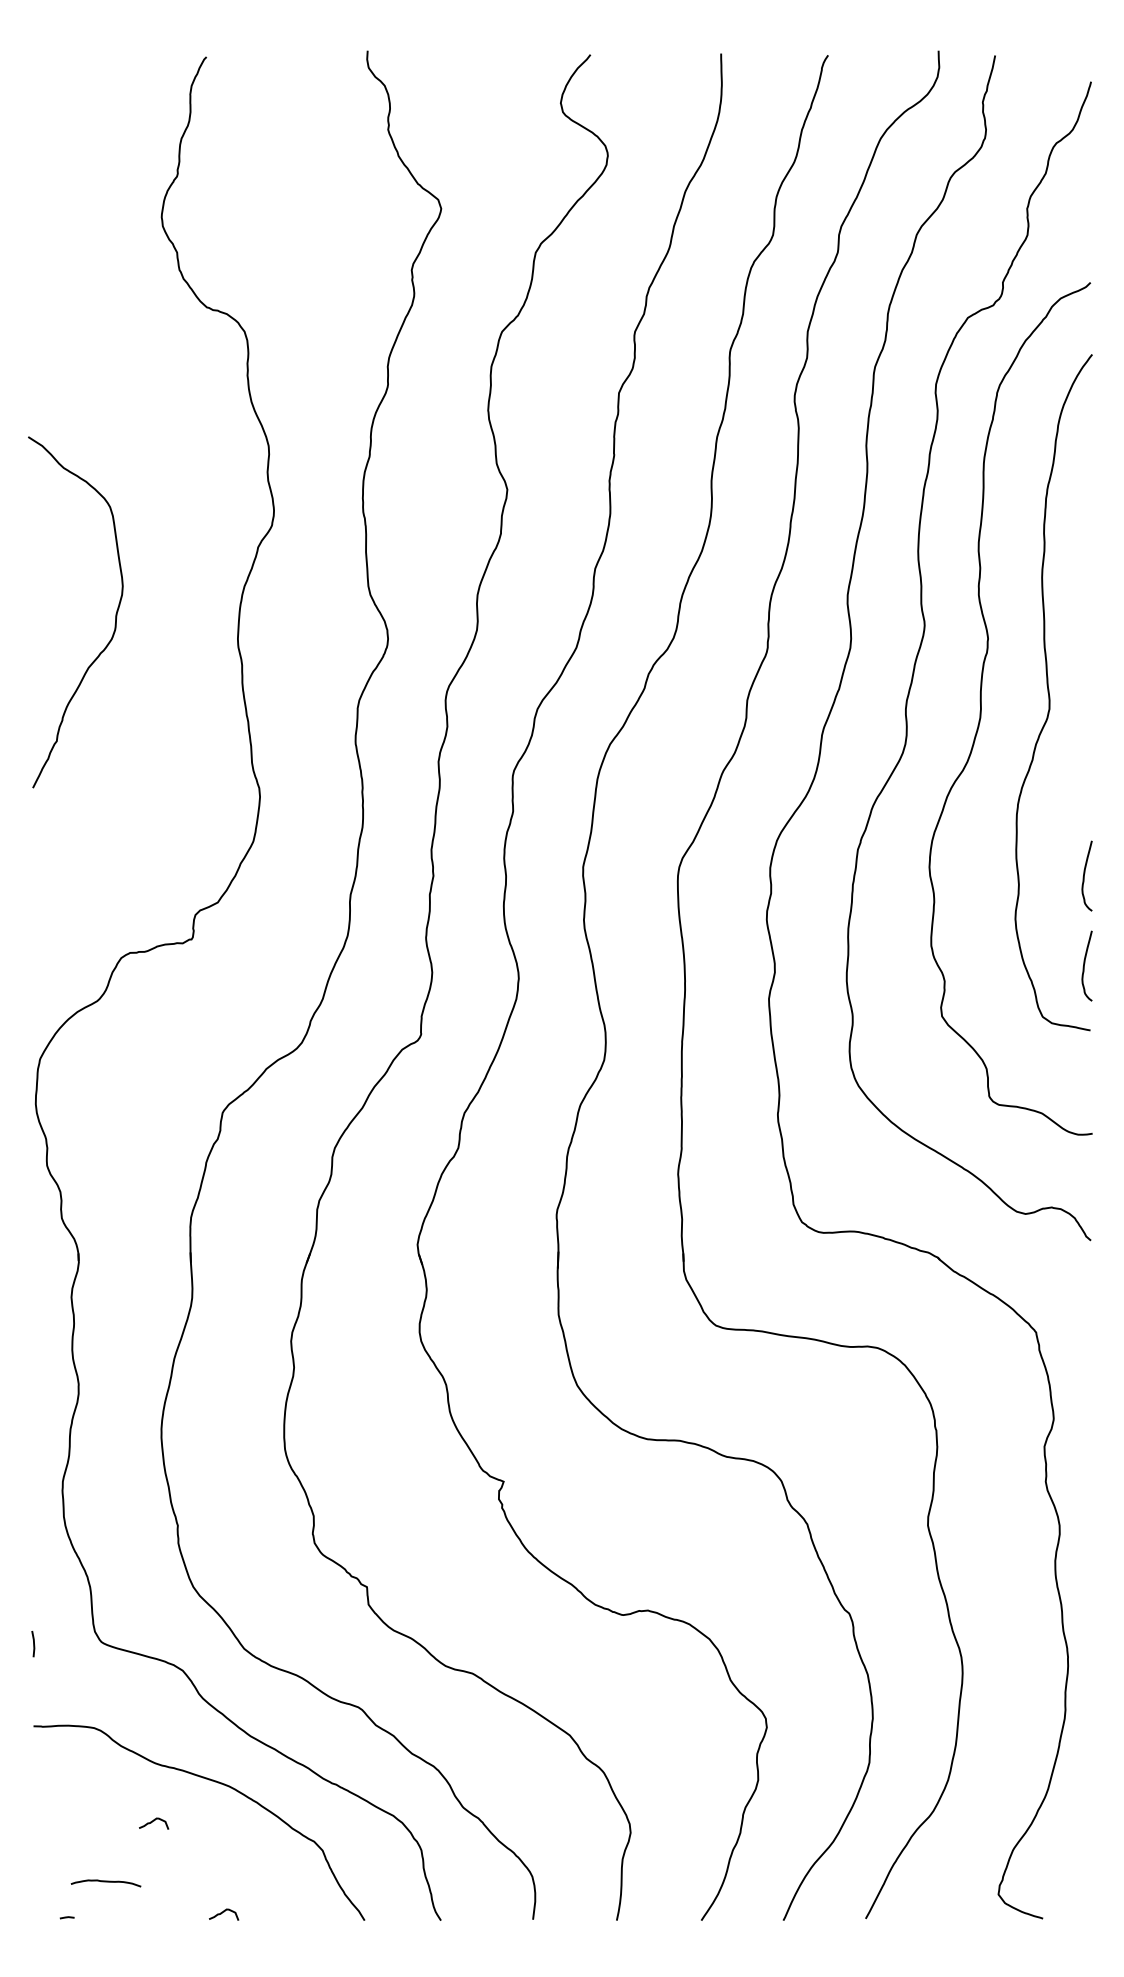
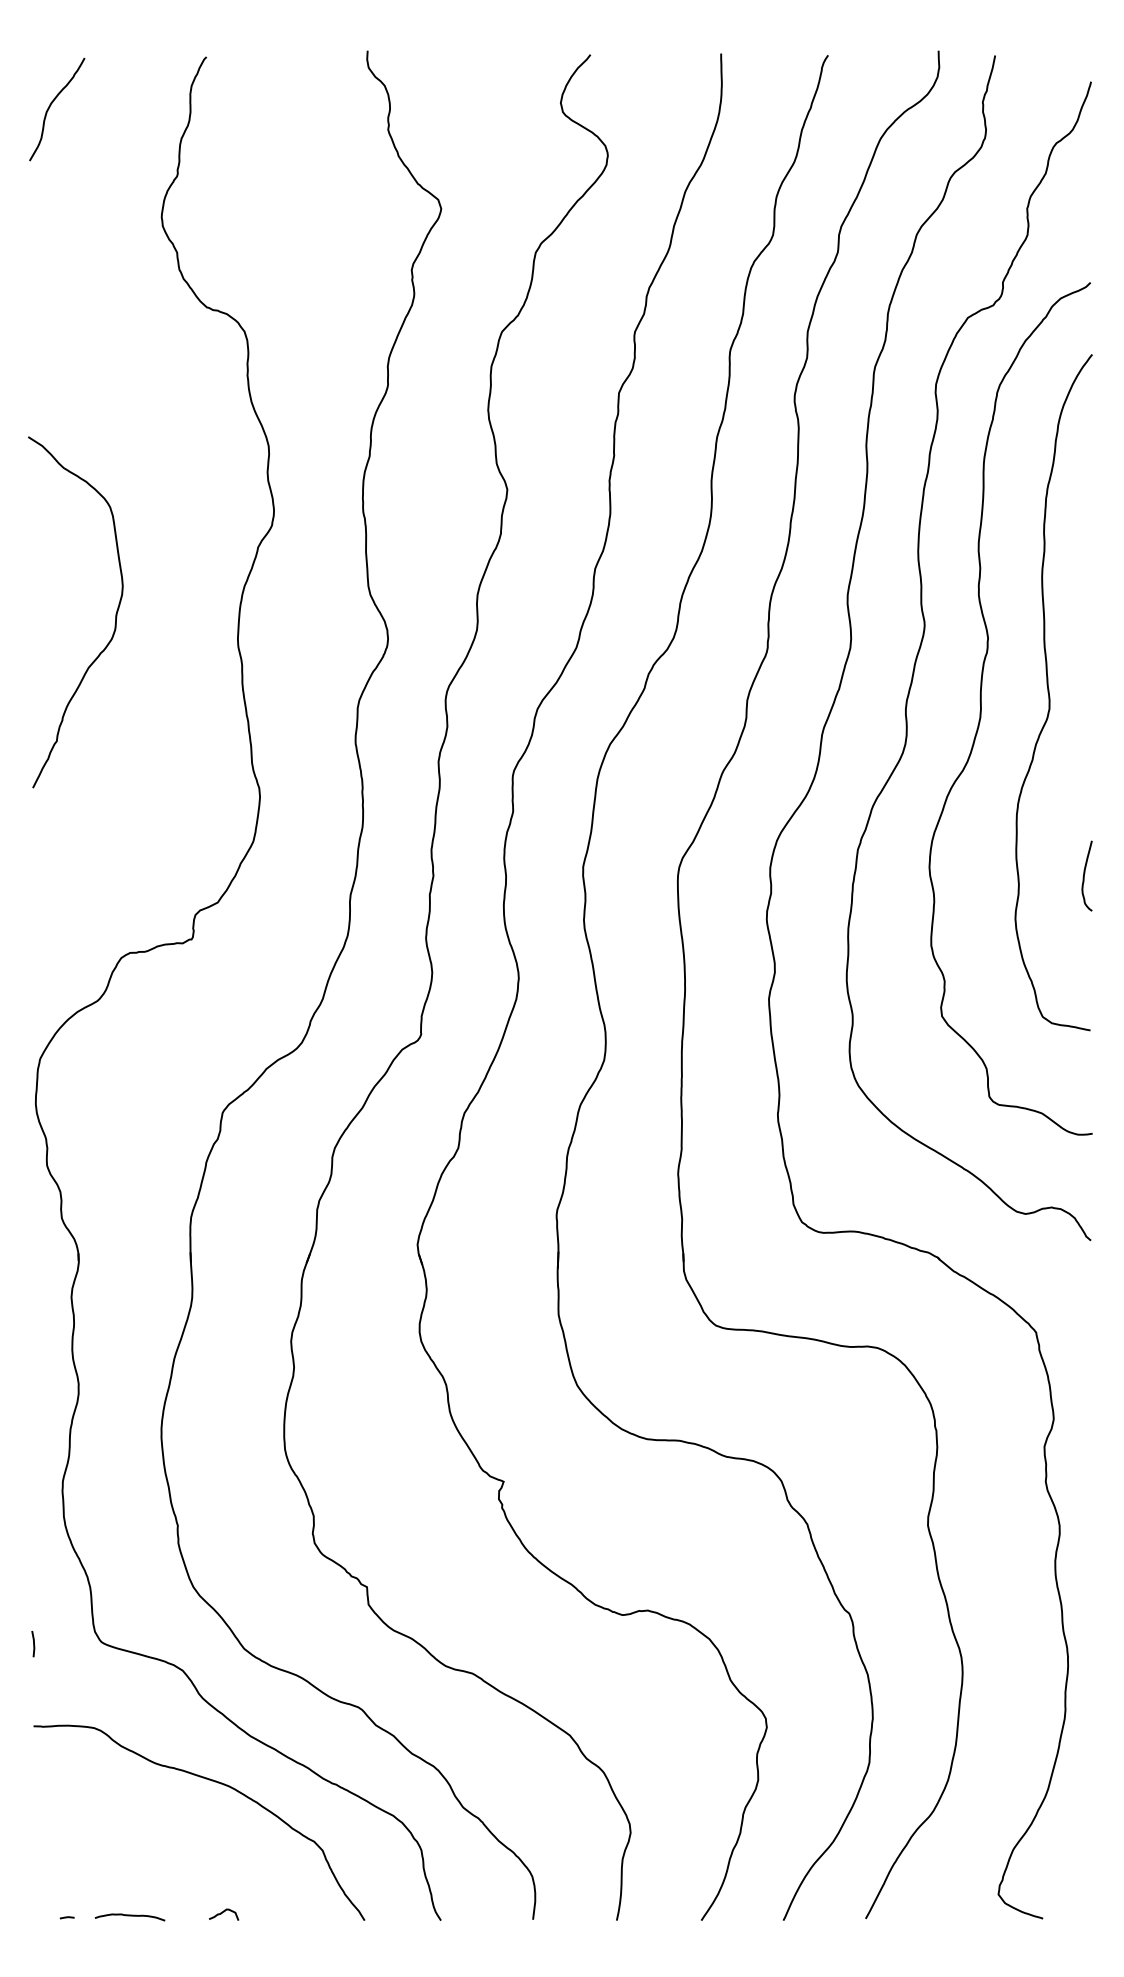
curve at (51, 105): none -> present
curve at (1084, 965): present -> none
curve at (154, 1821): present -> none
curve at (105, 1882) position: (105, 1882) -> (129, 1916)
